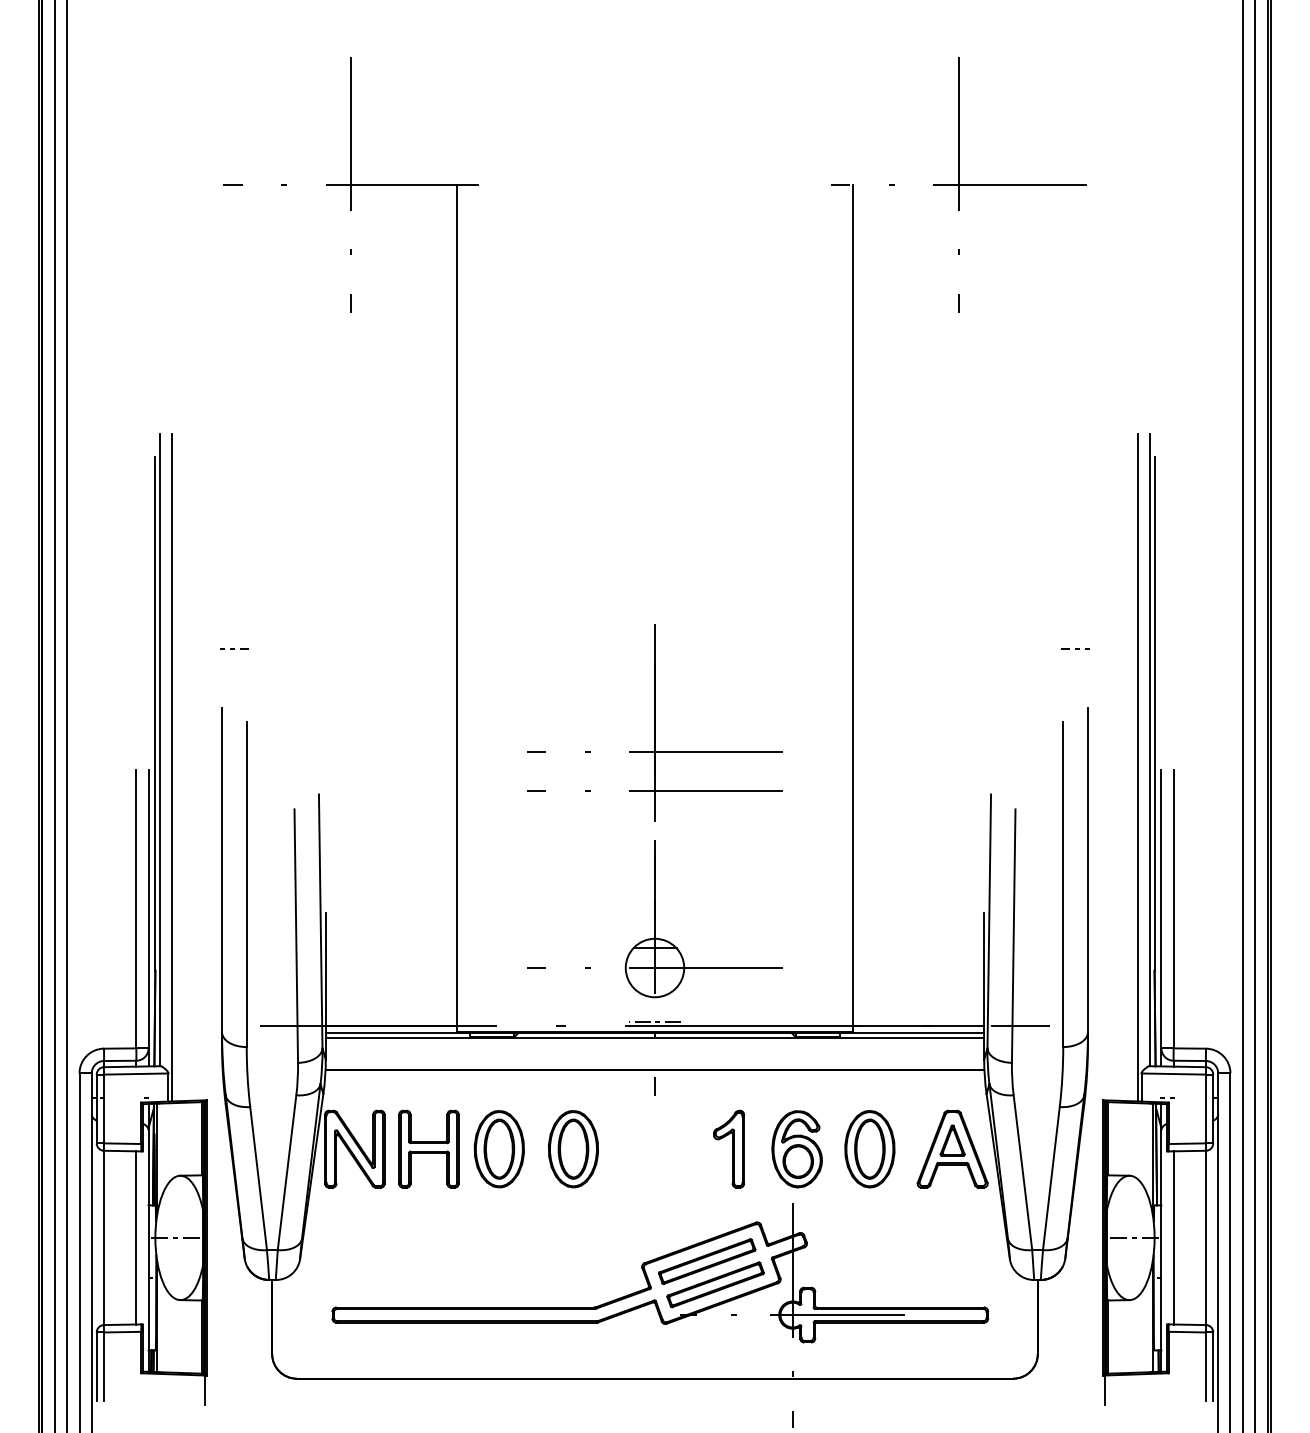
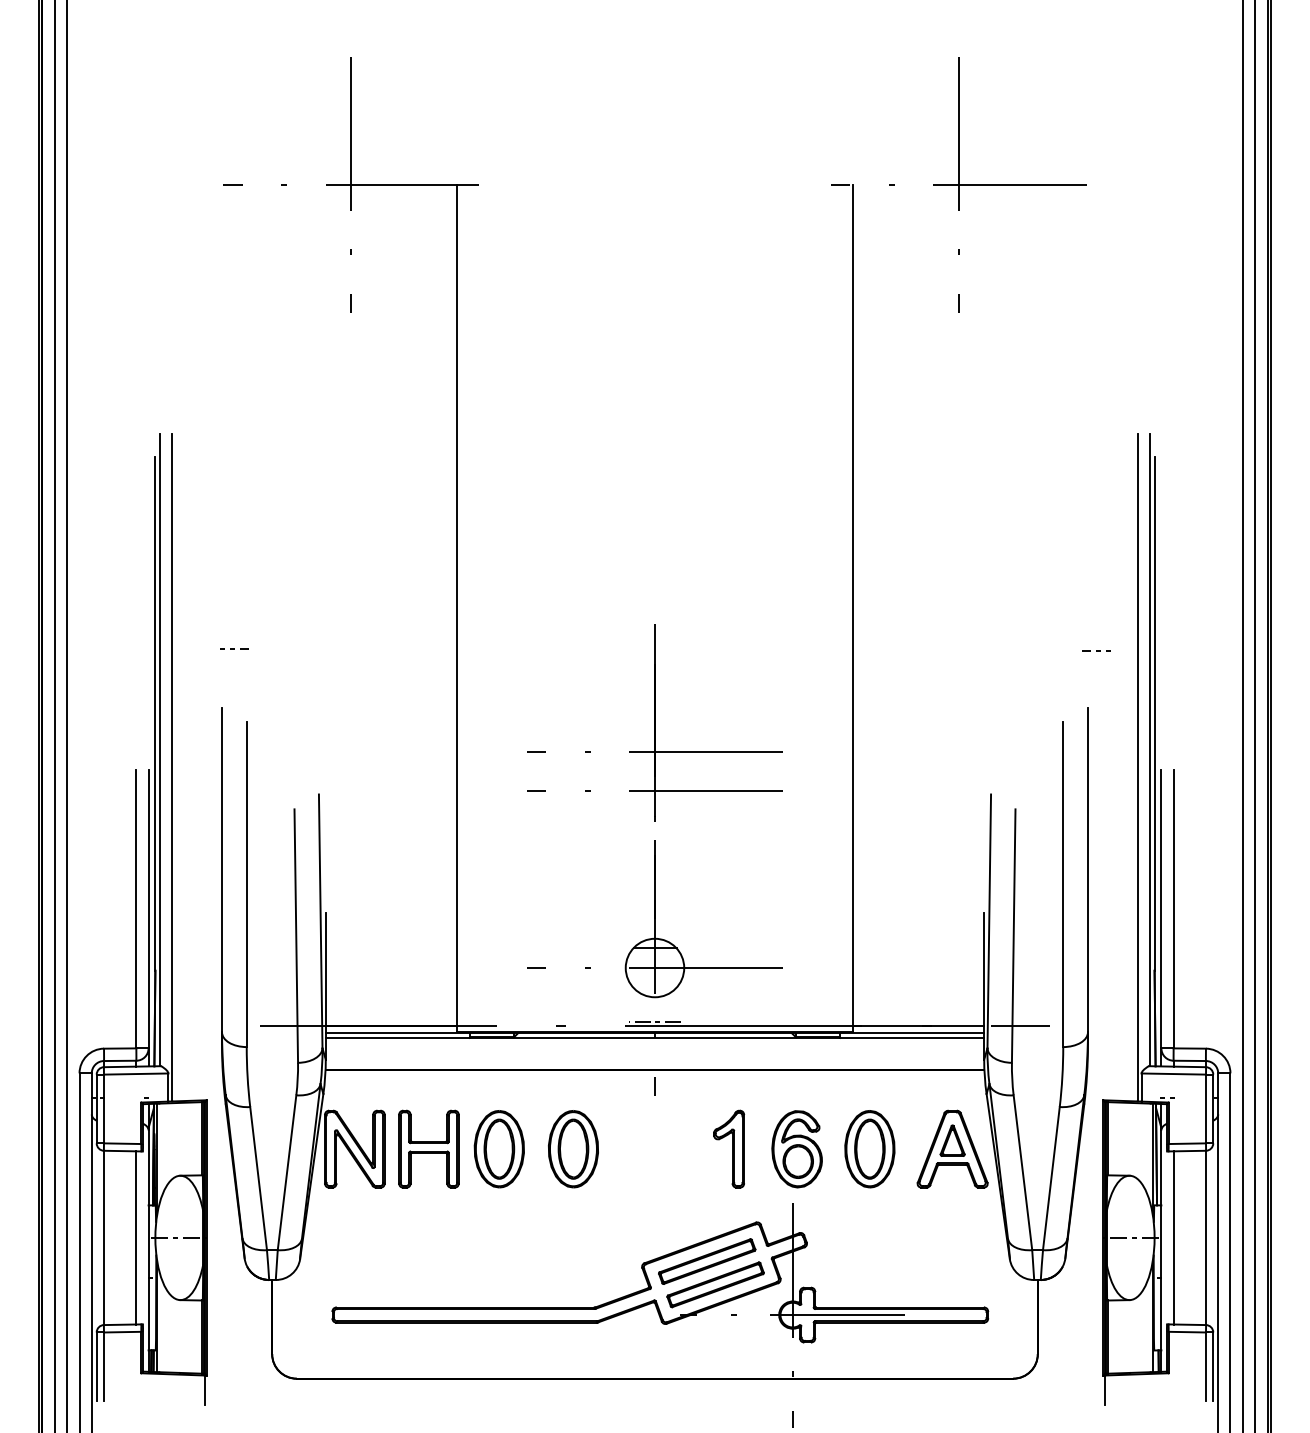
line at (1075, 648) position: (1075, 648) -> (1096, 650)
